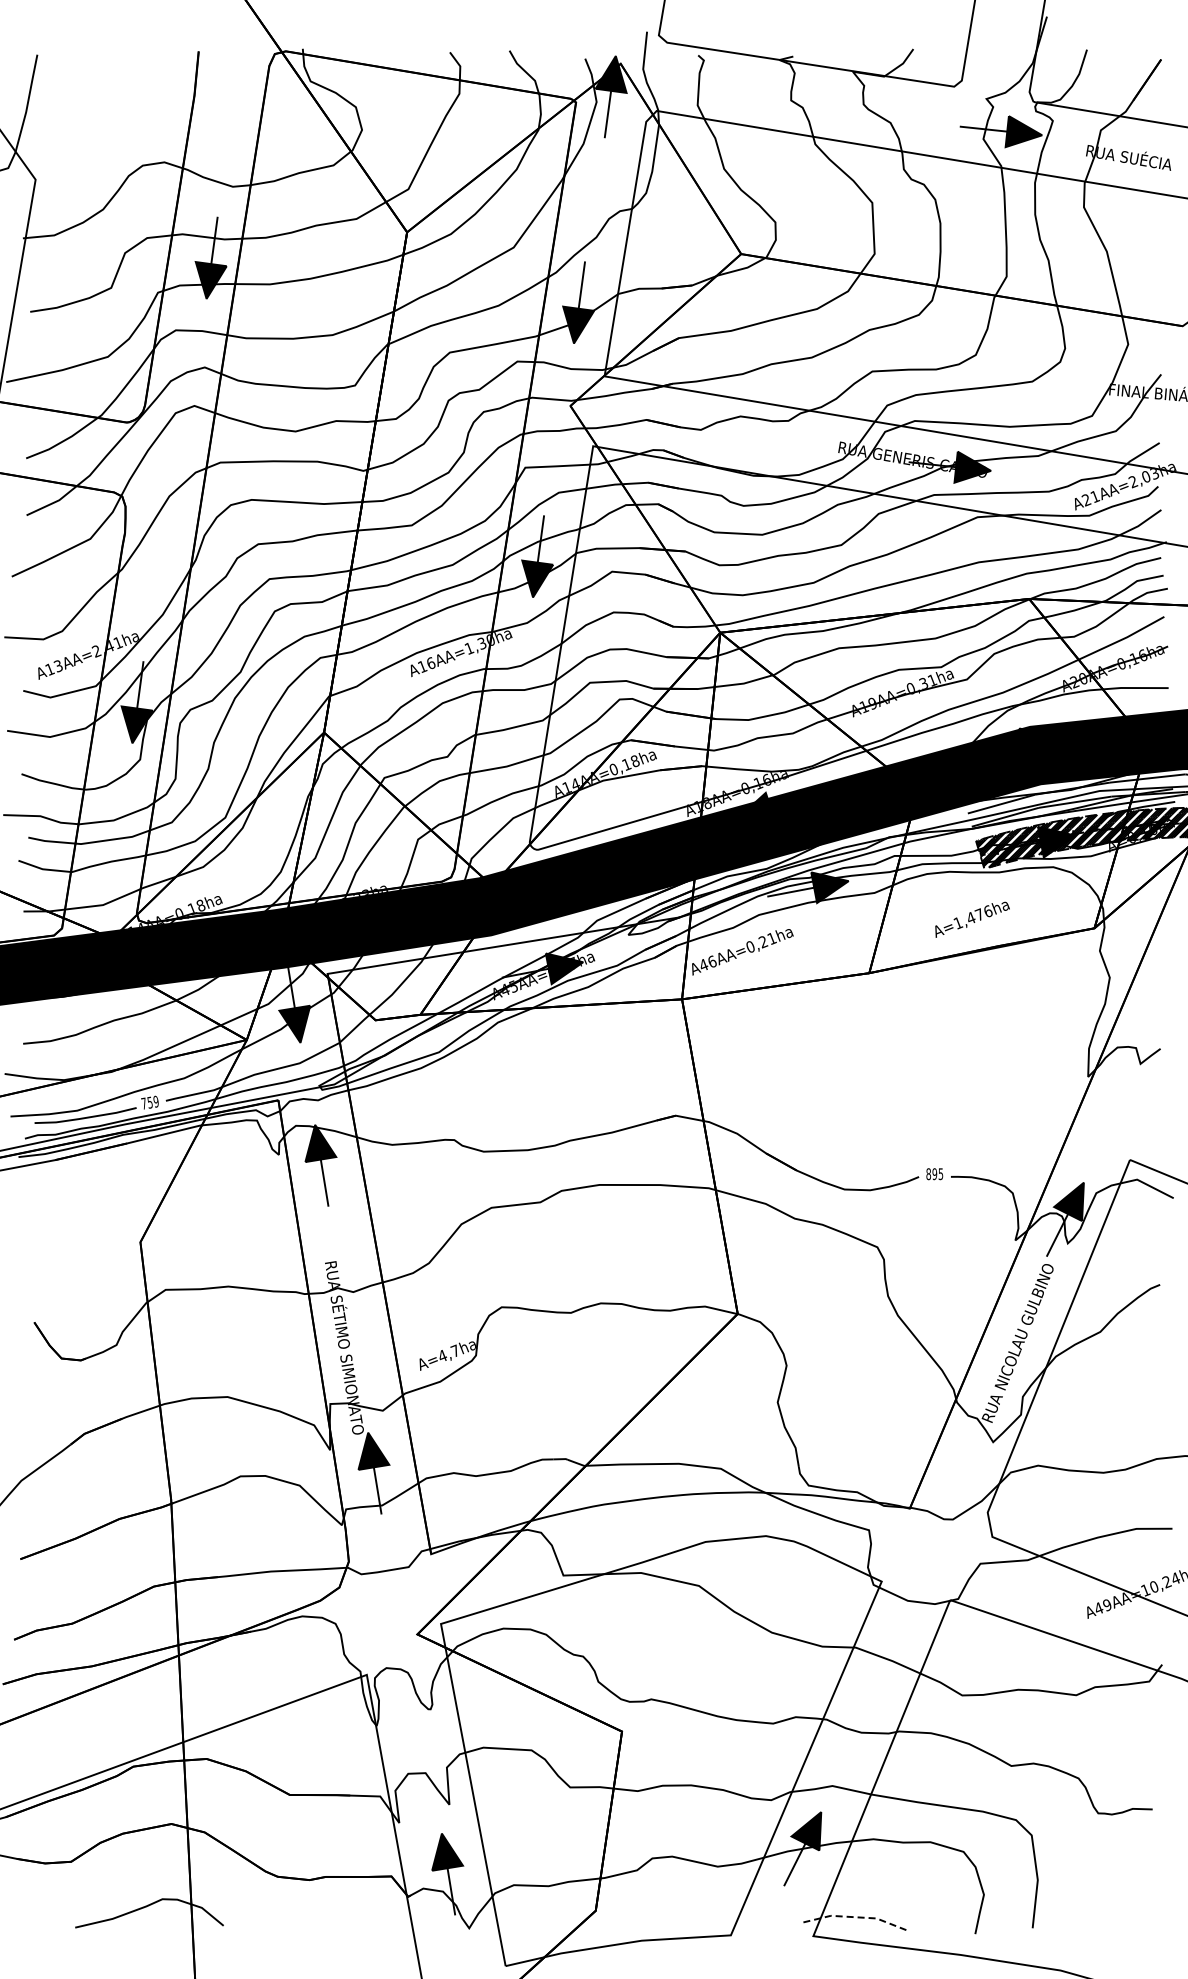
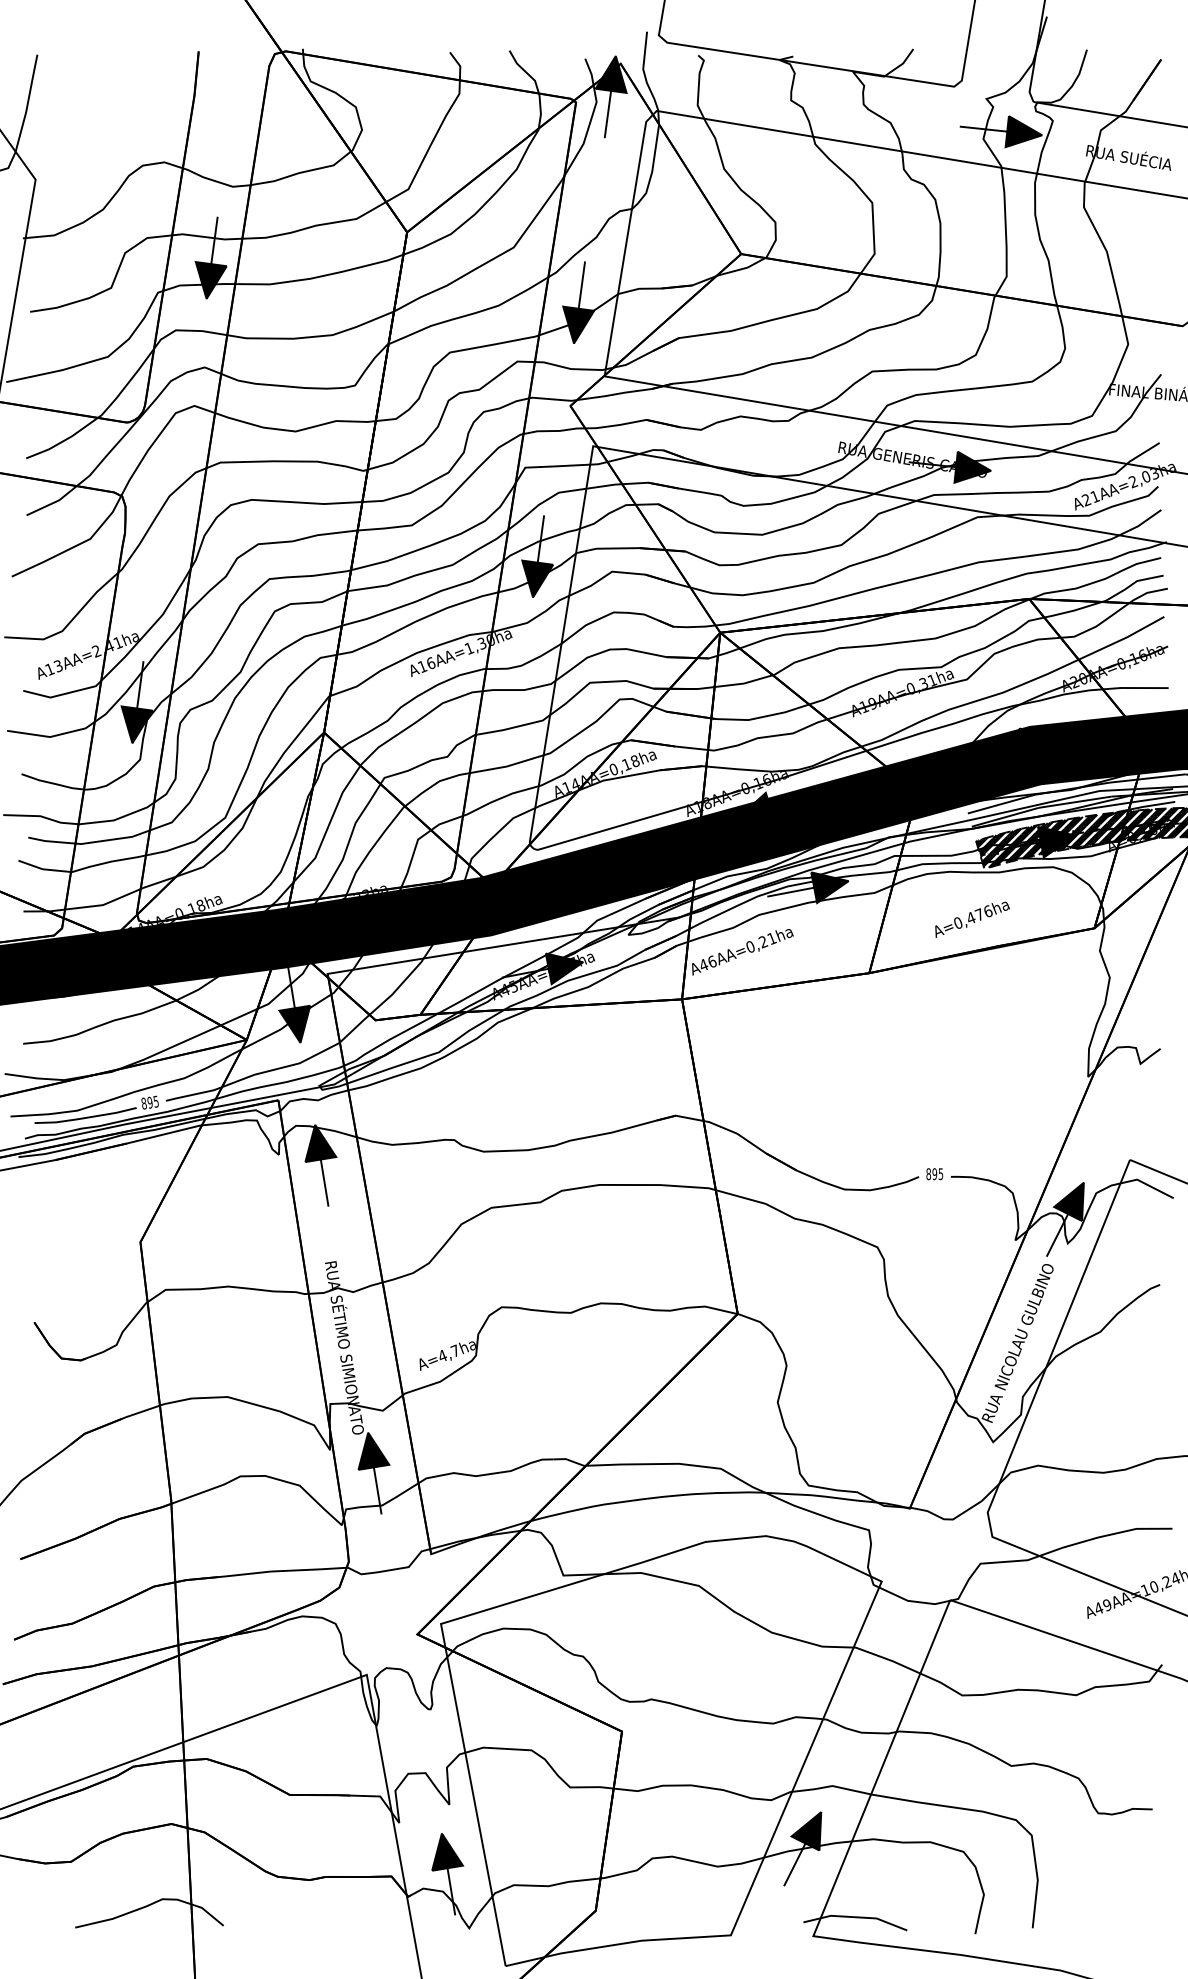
text at (958, 923): A=1,476ha -> A=0,476ha
text at (149, 1102): 759 -> 895
line at (855, 1917): dashed -> solid
